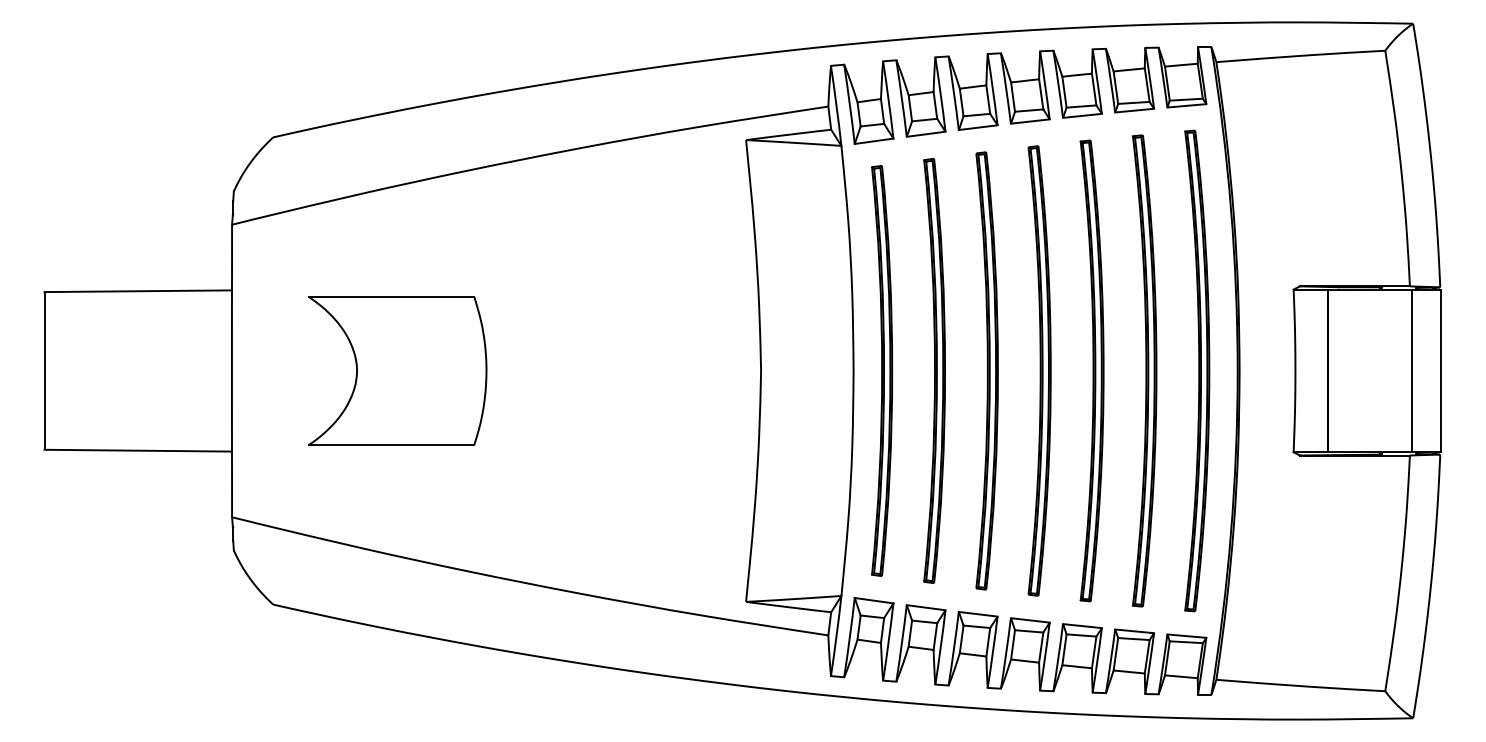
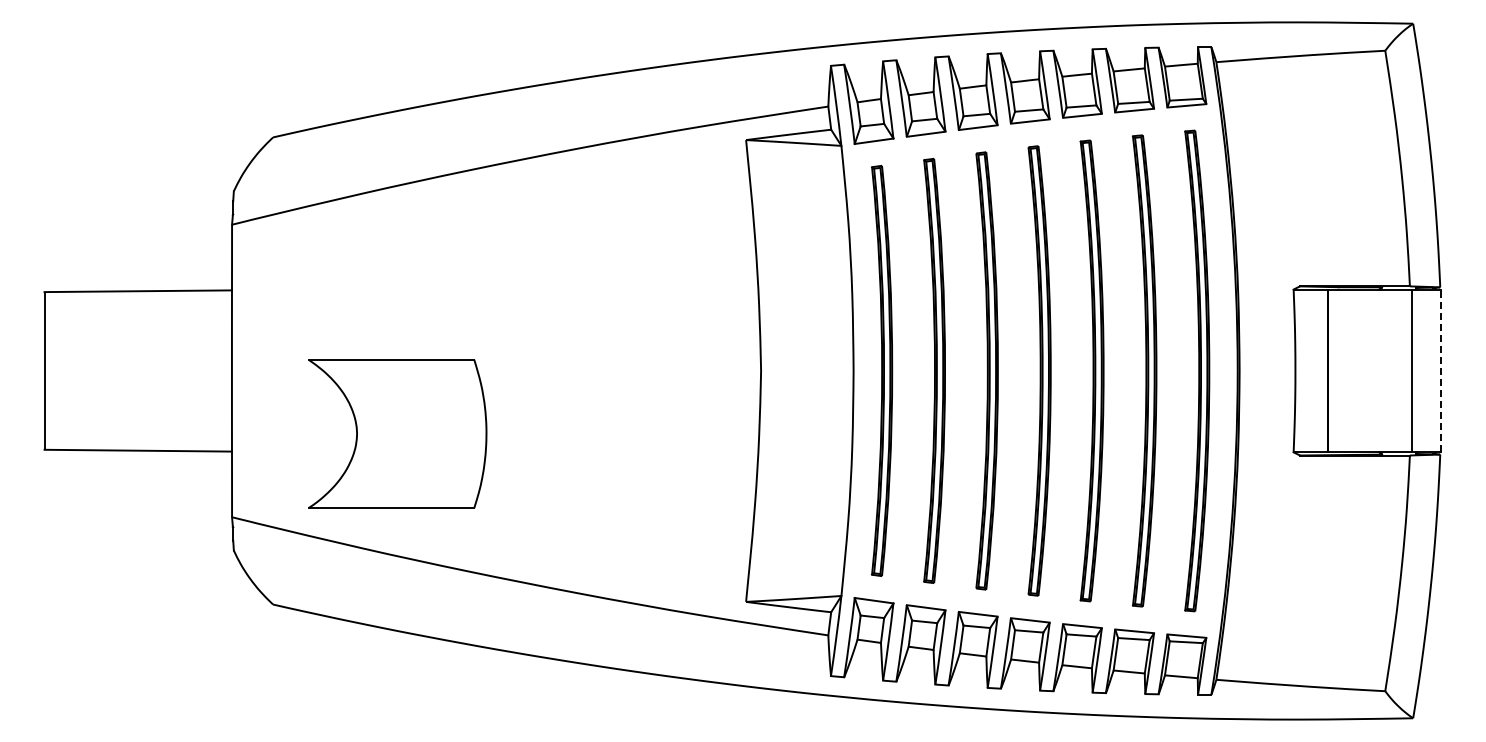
part at (397, 370) position: (397, 370) -> (397, 433)
line at (1441, 370): solid -> dashed
